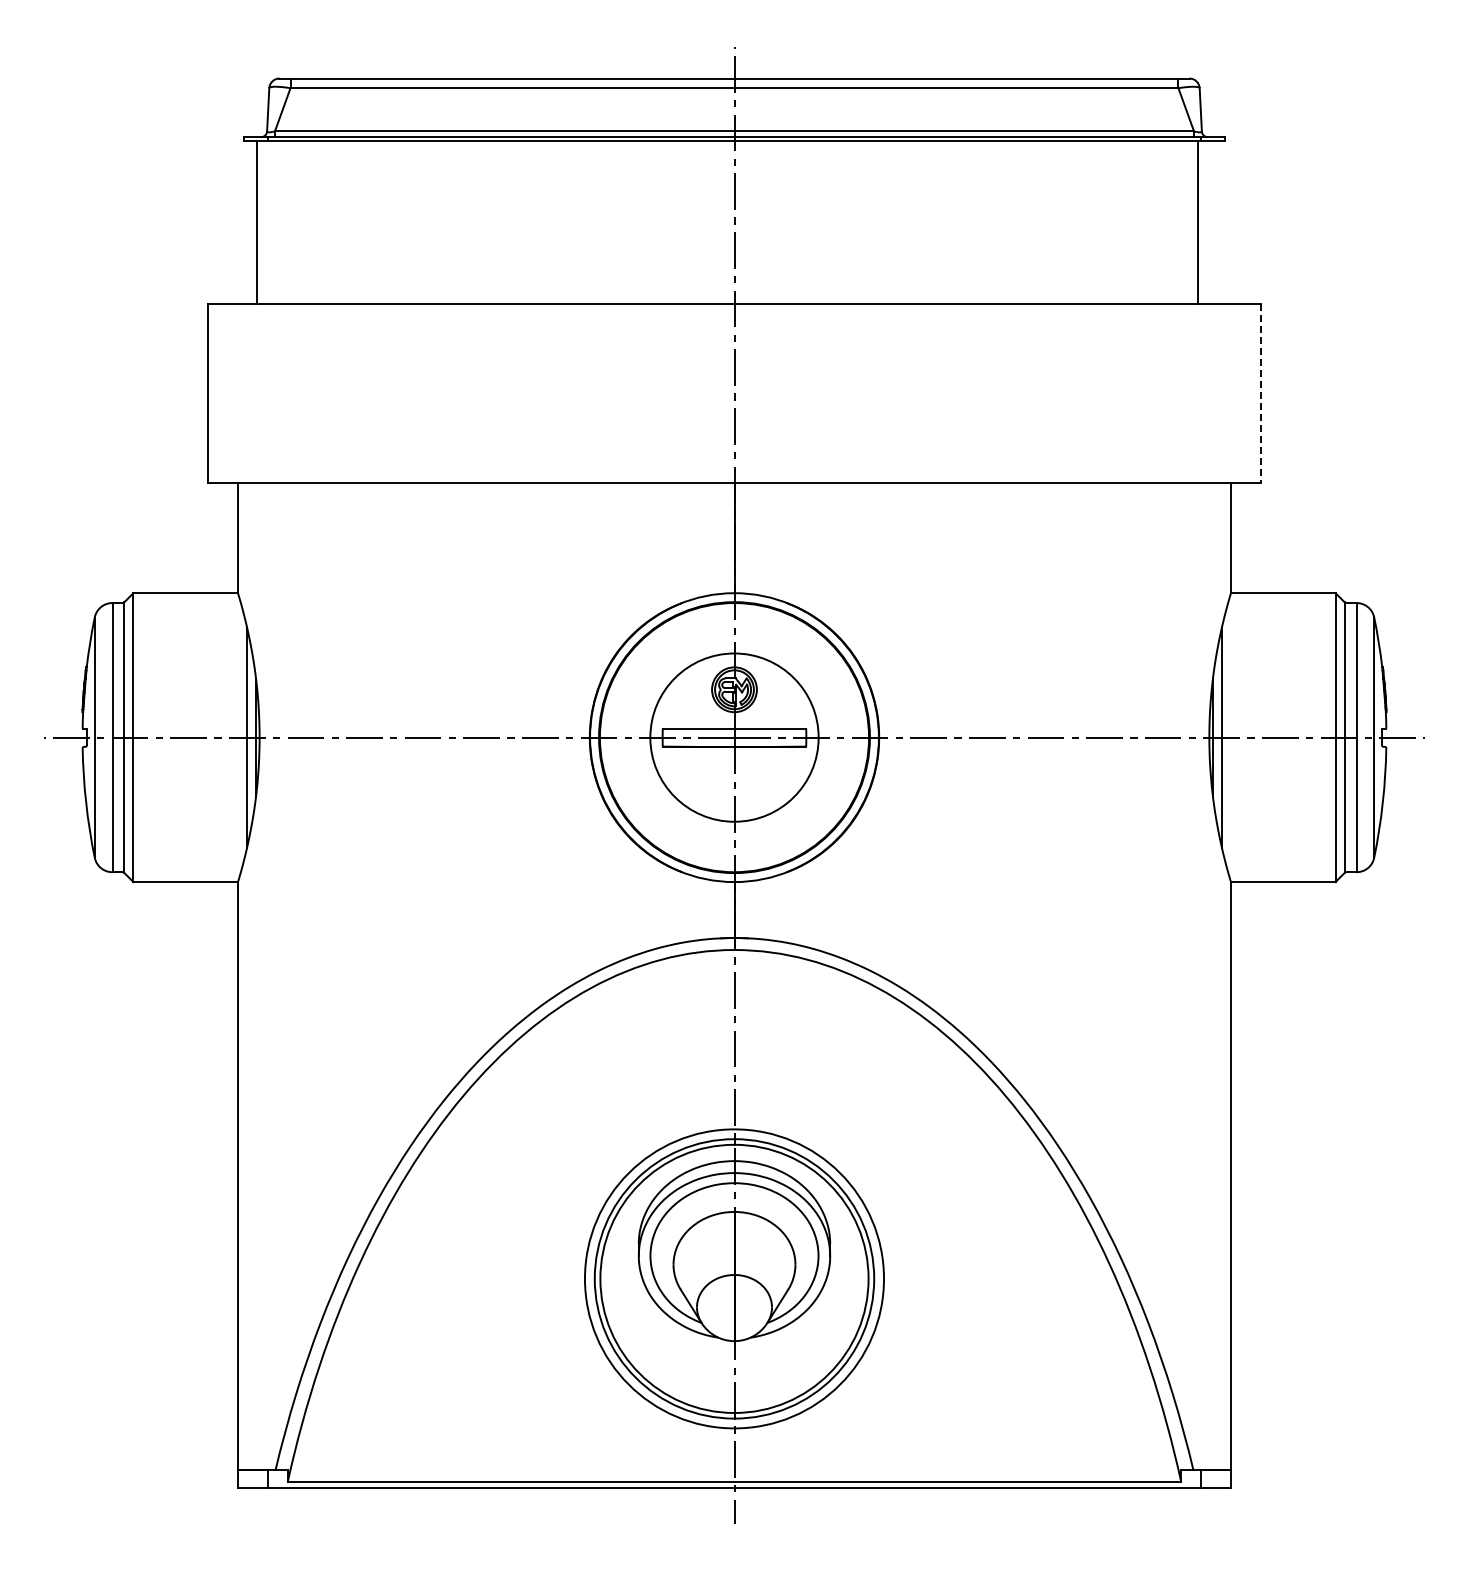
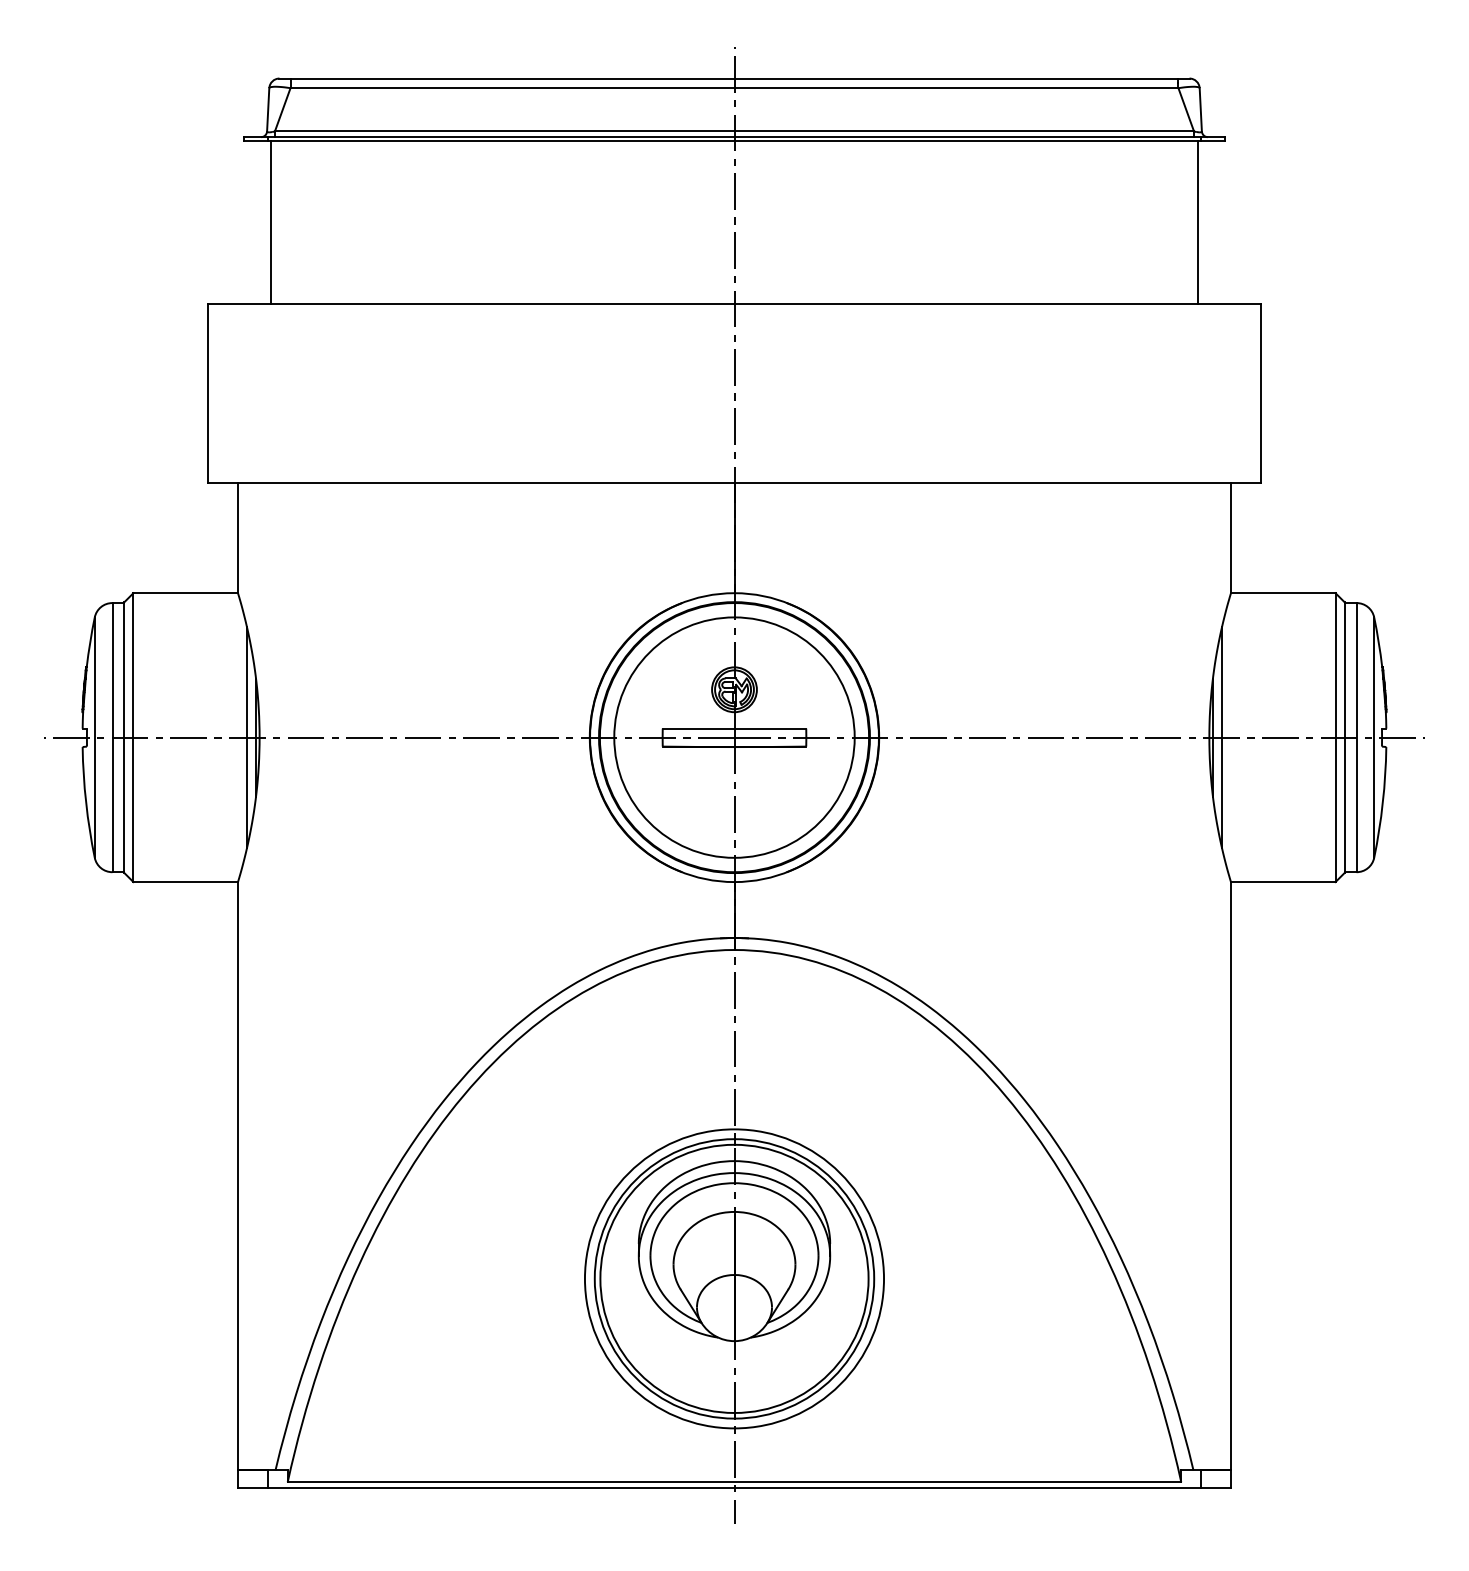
line at (256, 222) position: (256, 222) -> (270, 222)
line at (1260, 393): dashed -> solid
circle at (734, 737) diameter: 168 px -> 240 px
